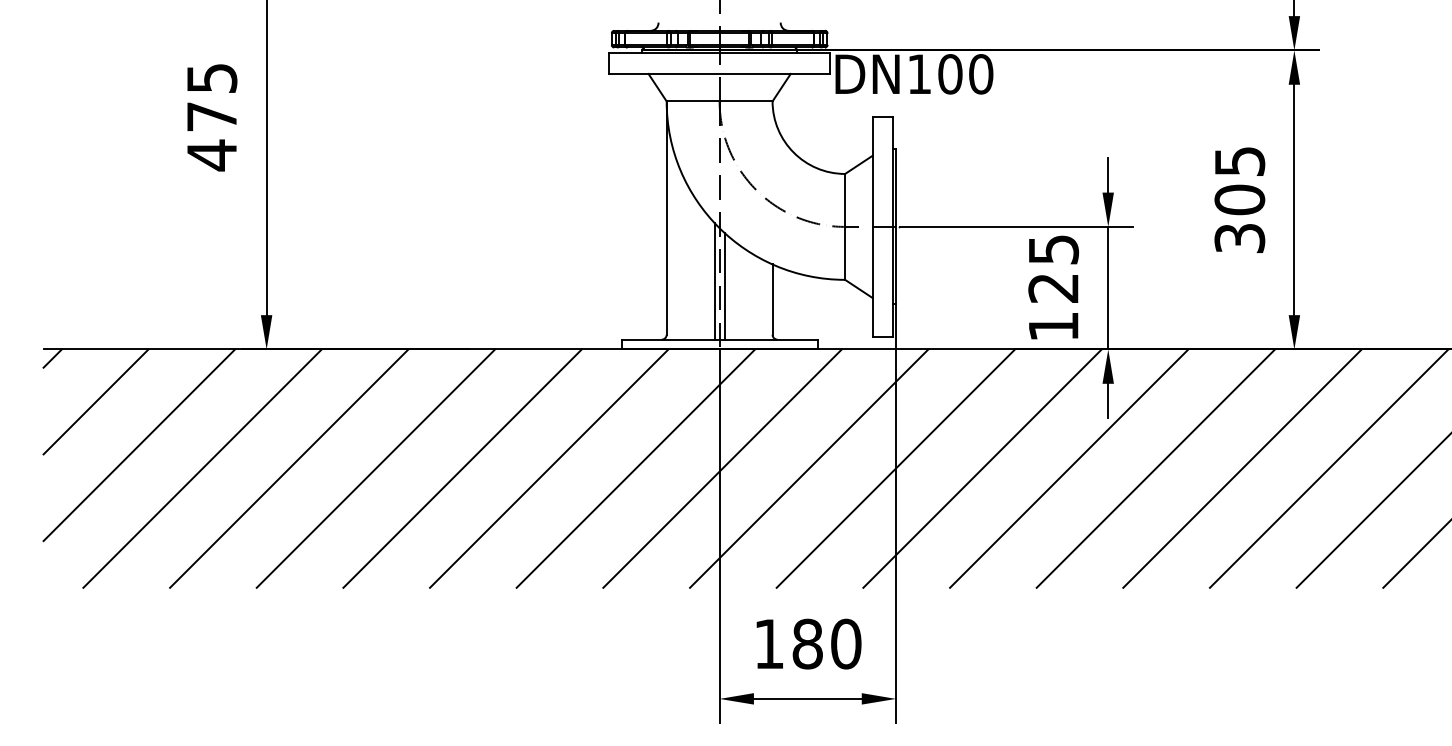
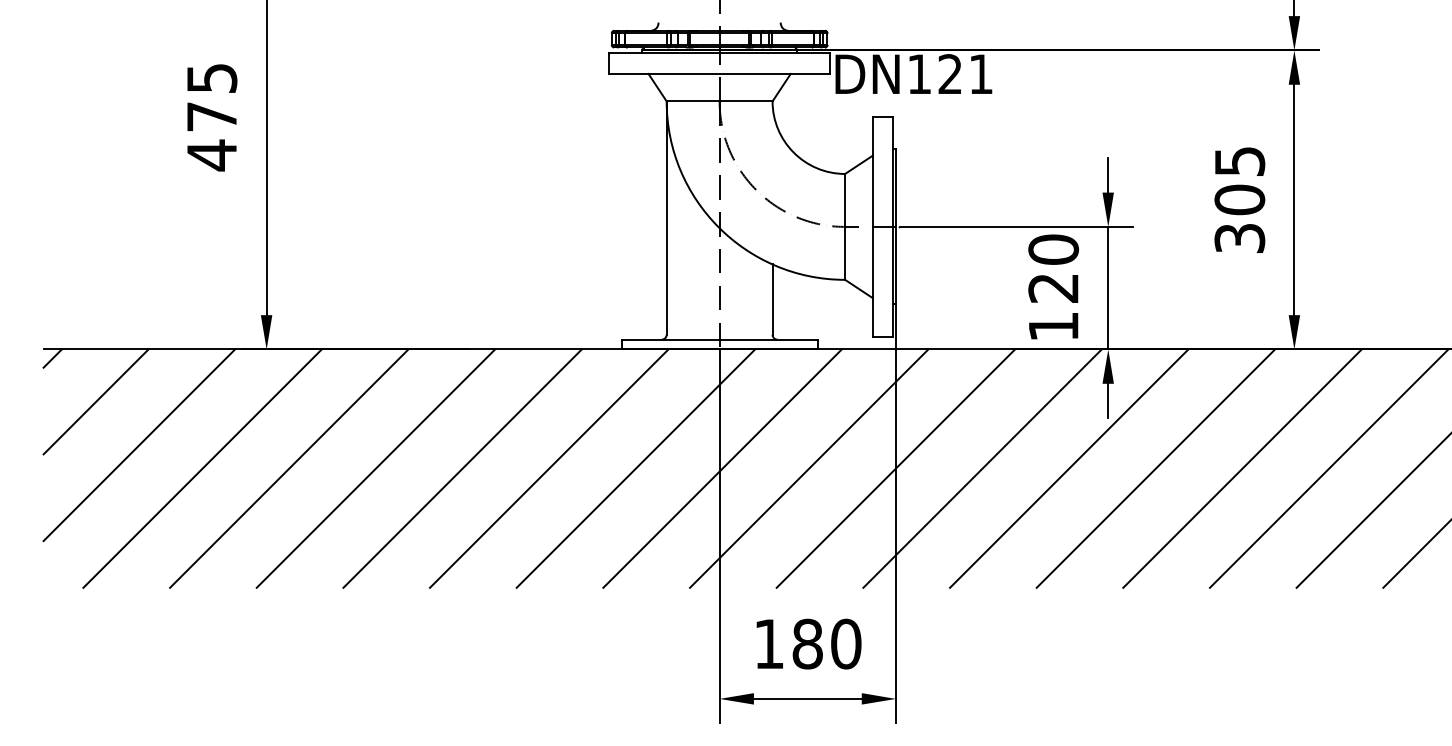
text at (965, 74): DN100 -> DN121
text at (1053, 249): 125 -> 120
line at (714, 281): present -> none
line at (724, 285): present -> none
